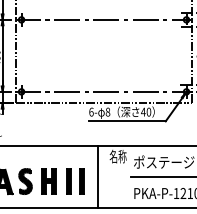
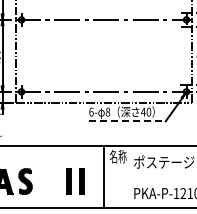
line at (127, 121): solid -> dashed
line at (98, 176) position: (98, 176) -> (104, 176)
line at (162, 176): present -> none
part at (48, 181): present -> none
